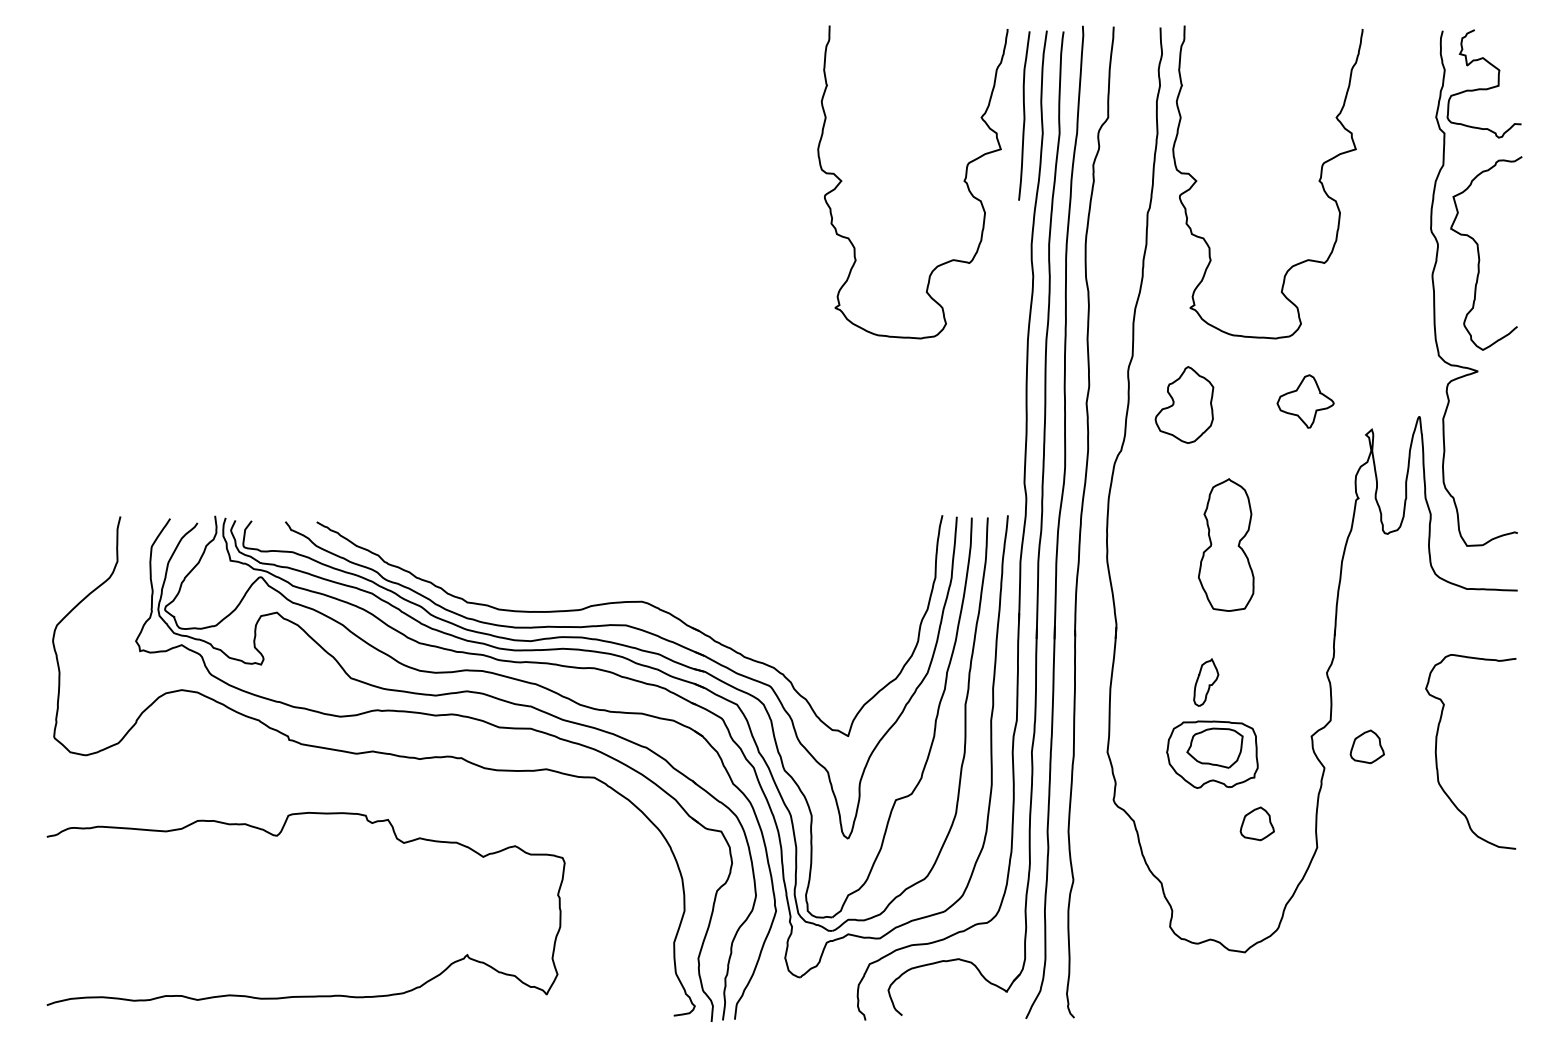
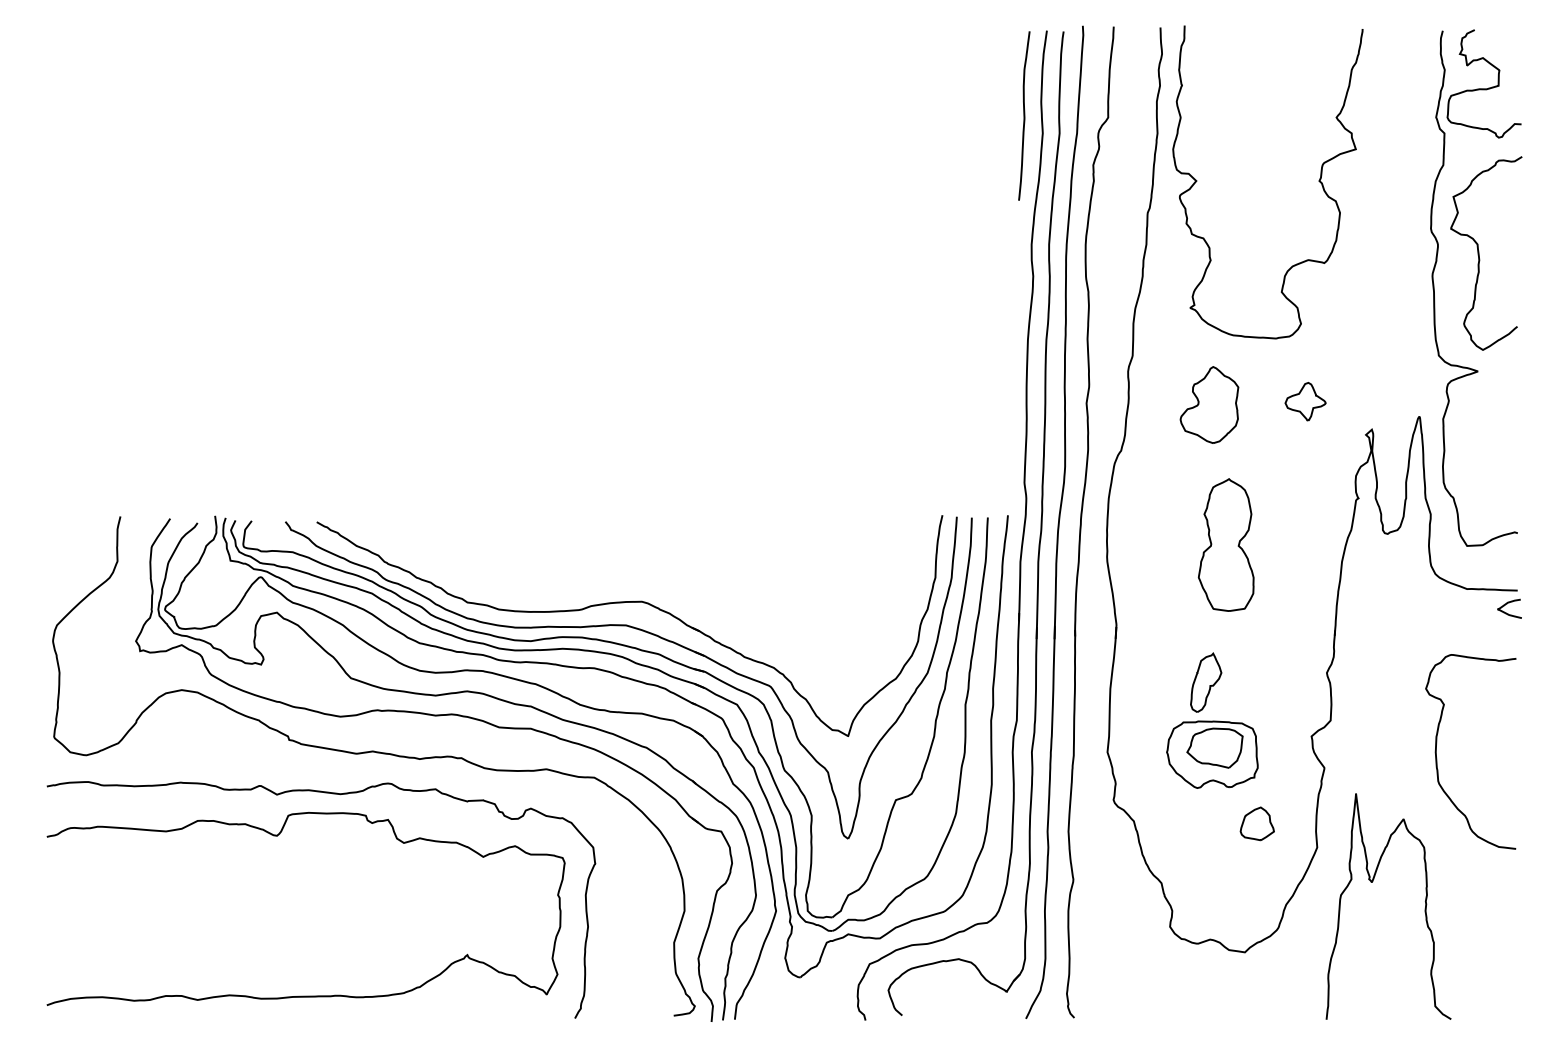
curve at (963, 181): present -> none
part at (1305, 401) size: 59x55 px -> 43x40 px
part at (1184, 404) position: (1184, 404) -> (1209, 404)
curve at (1507, 604): none -> present
part at (1206, 682) size: 27x49 px -> 33x61 px
part at (1366, 746): present -> none
curve at (332, 794): none -> present
curve at (1372, 882): none -> present
